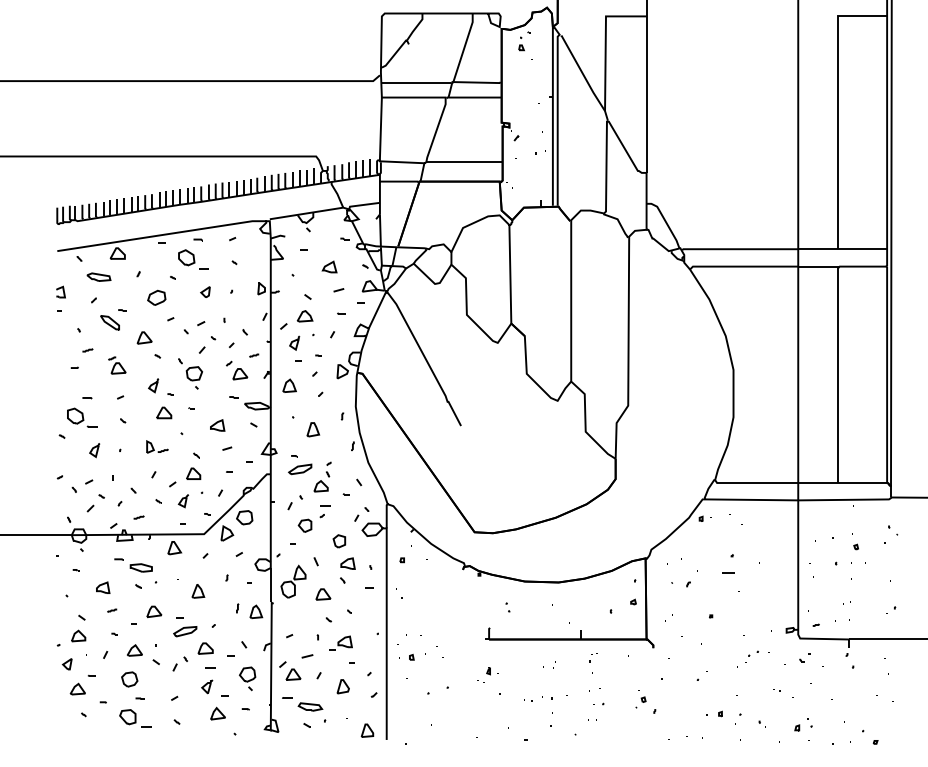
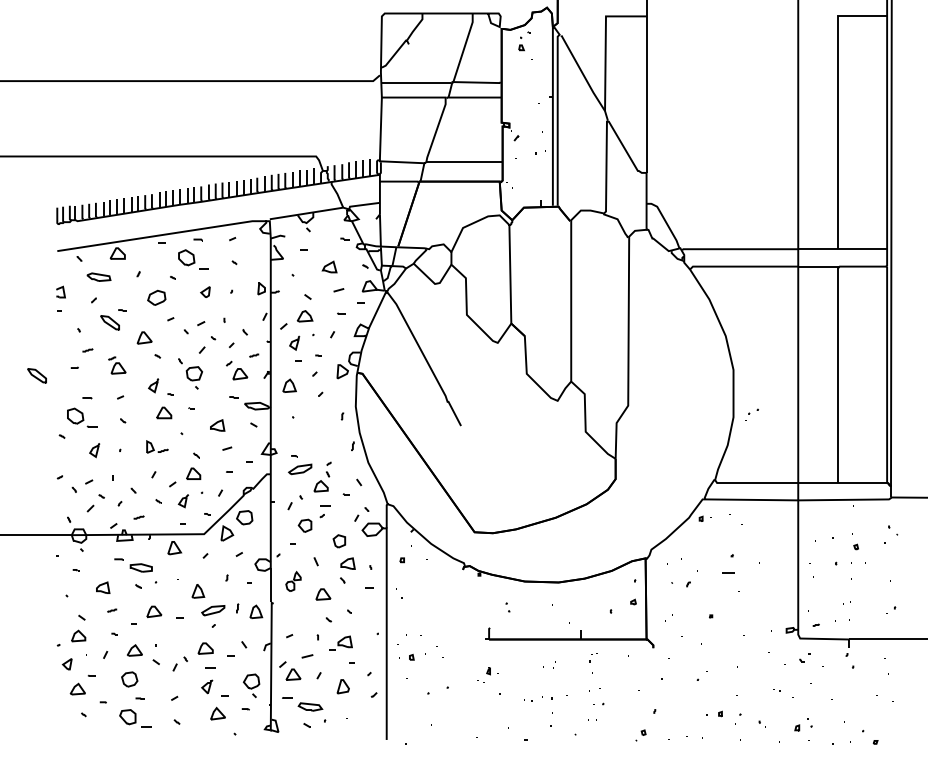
part at (36, 375): none -> present
part at (313, 429): present -> none
part at (293, 581) size: 27x35 px -> 17x21 px
part at (185, 631) position: (185, 631) -> (213, 610)
part at (751, 656) position: (751, 656) -> (751, 414)
part at (247, 678) position: (247, 678) -> (251, 685)
part at (640, 702) position: (640, 702) -> (640, 735)
part at (367, 730): present -> none
